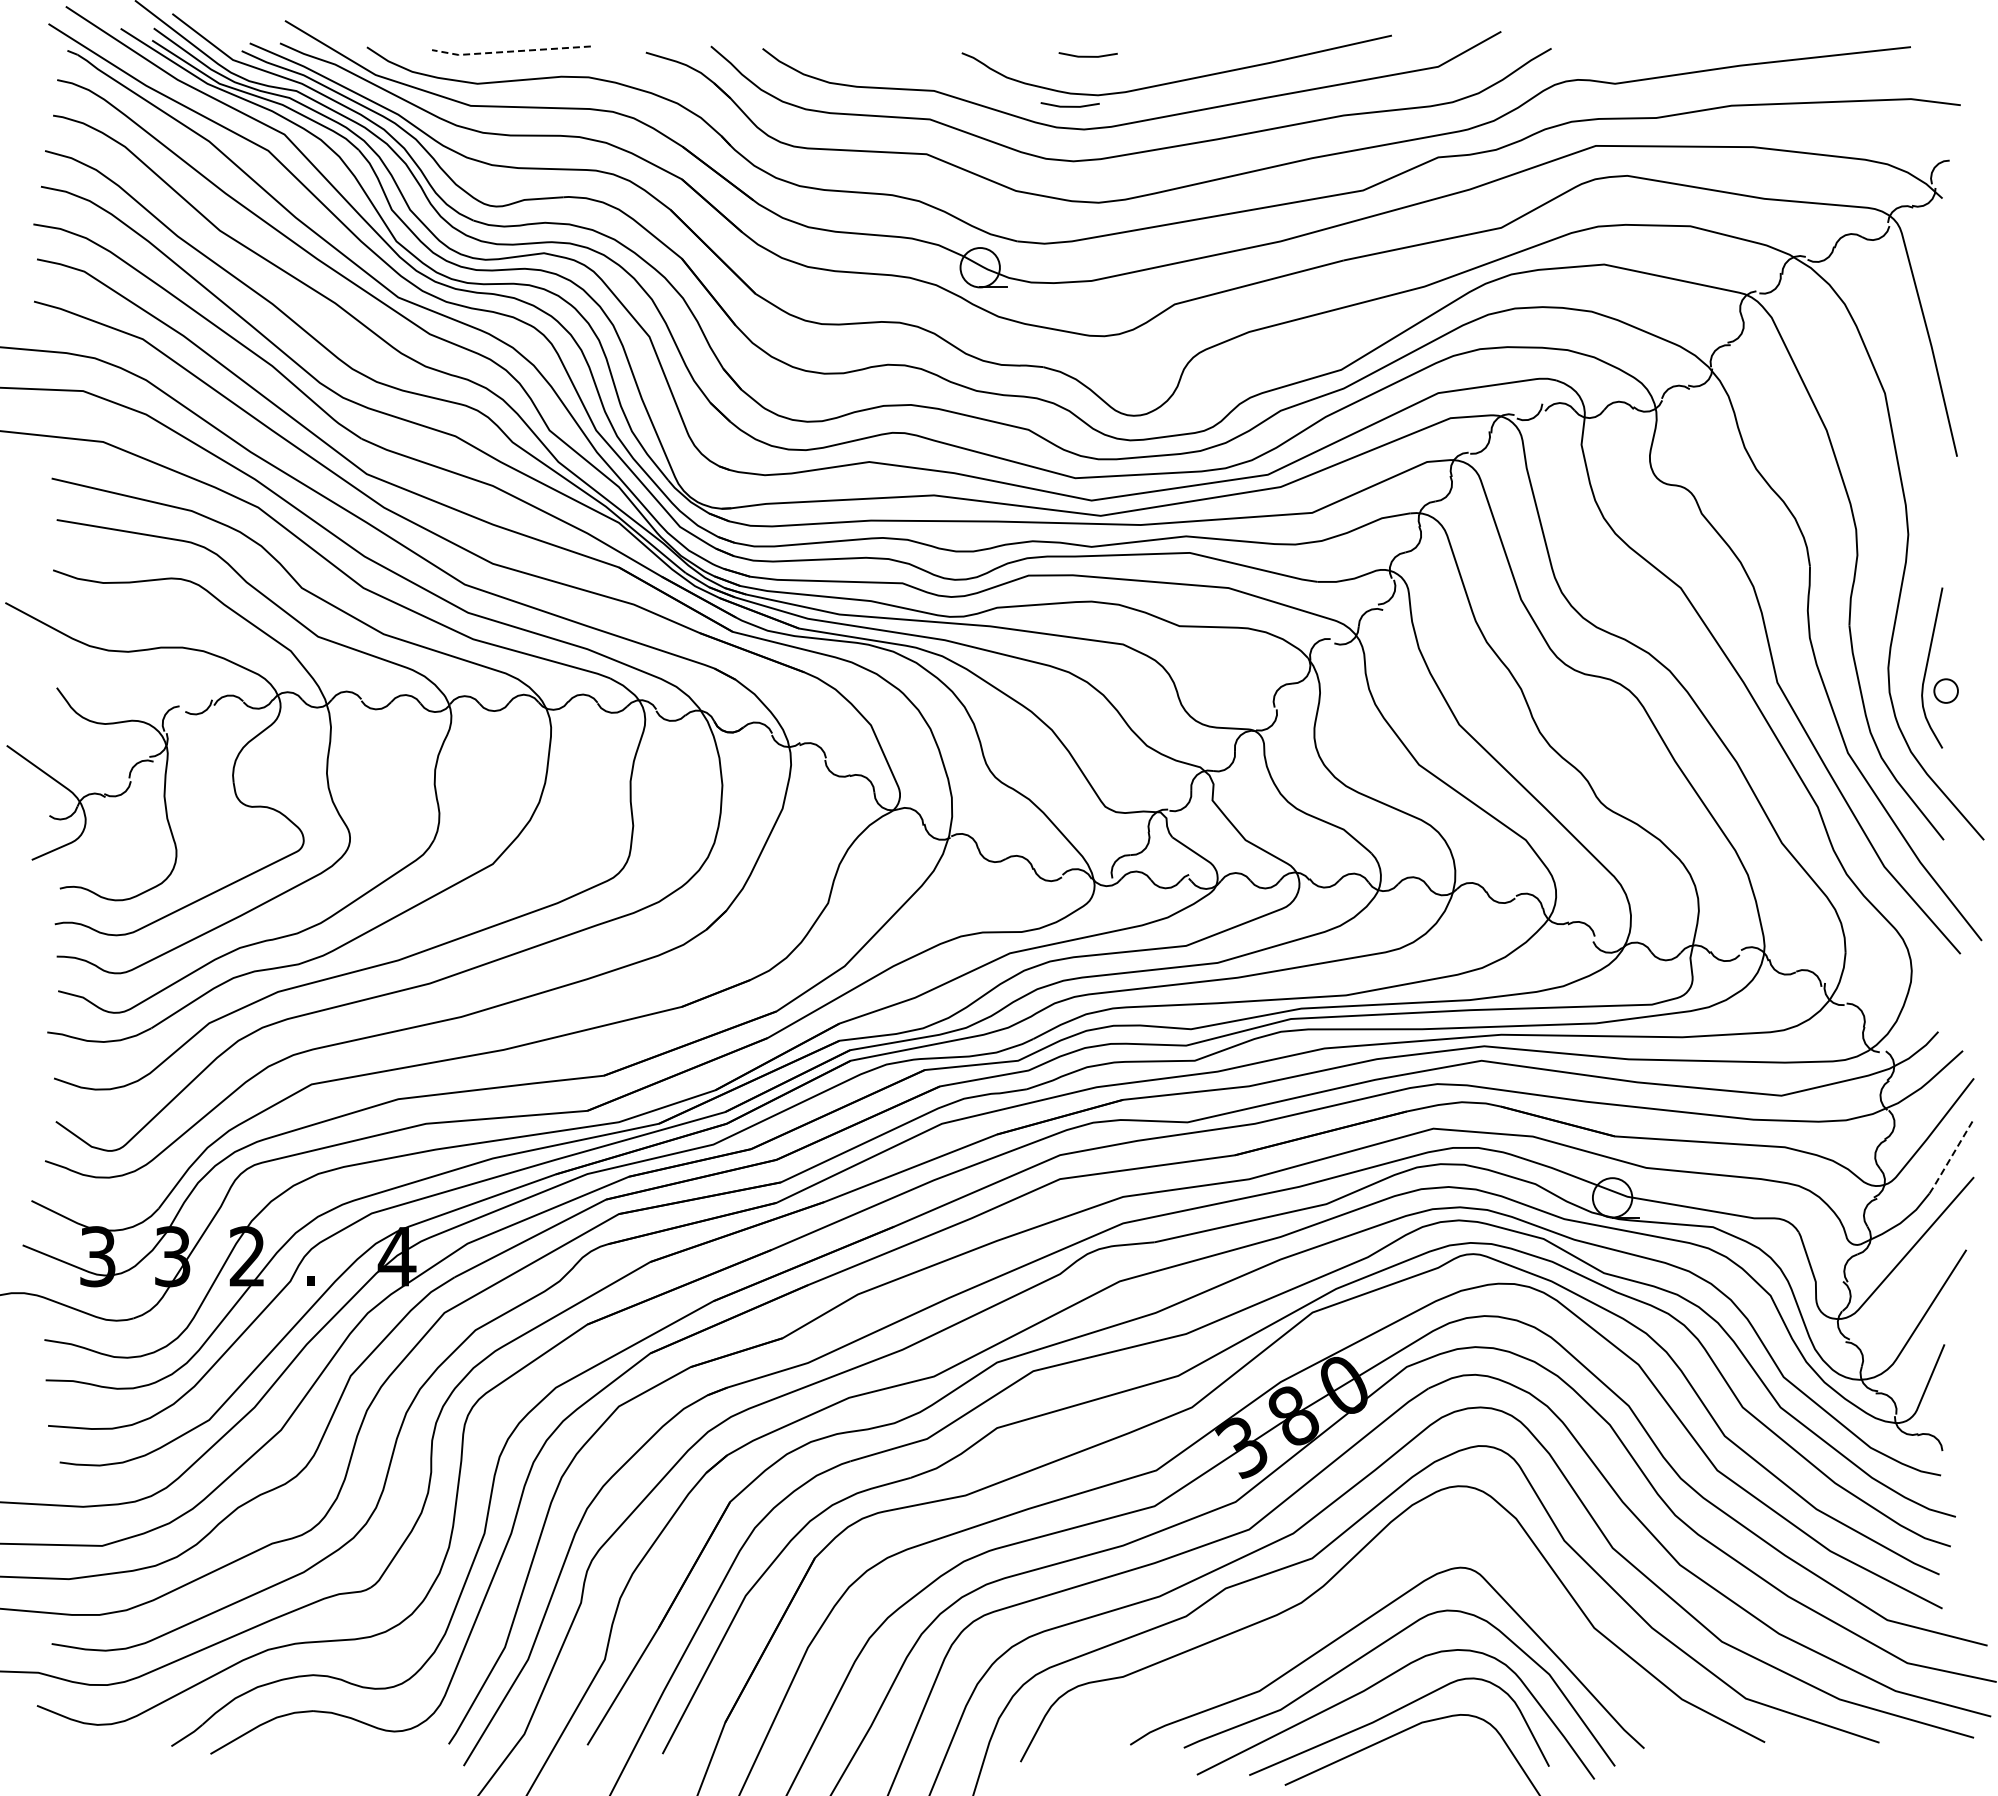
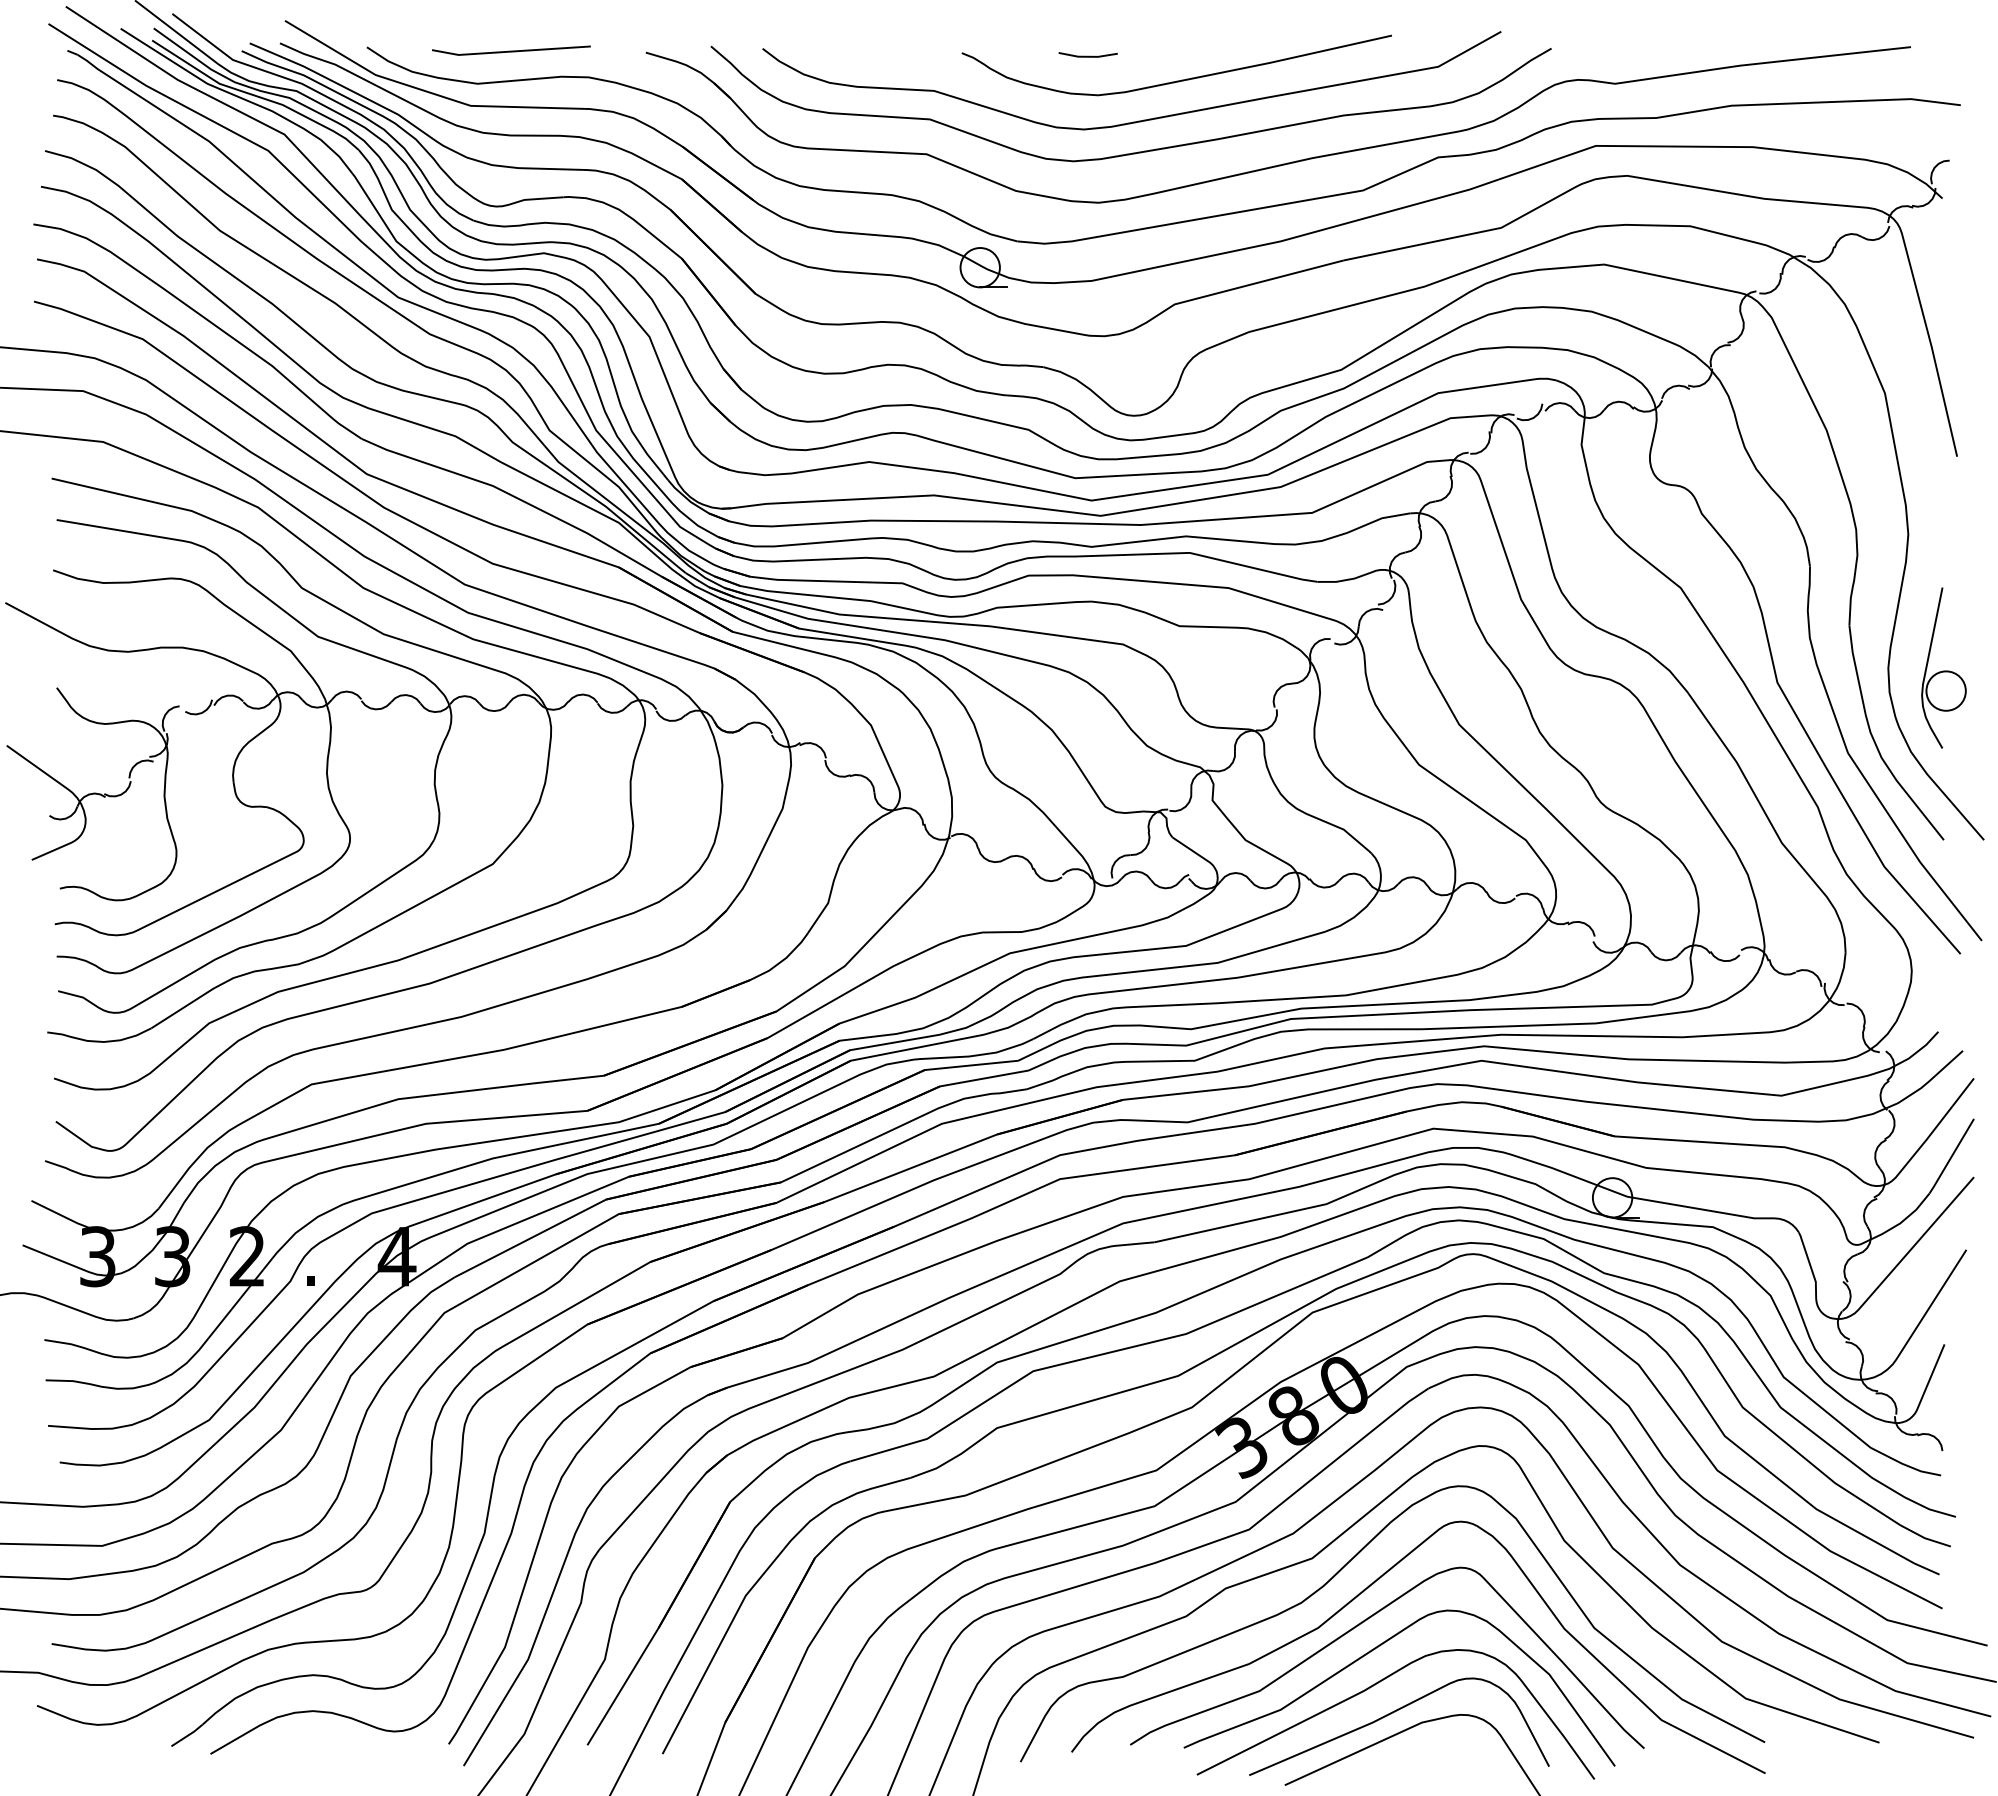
line at (510, 51): dashed -> solid
line at (1069, 105): present -> none
circle at (1945, 690) diameter: 24 px -> 39 px
line at (1951, 1156): dashed -> solid
curve at (1368, 1588): none -> present
